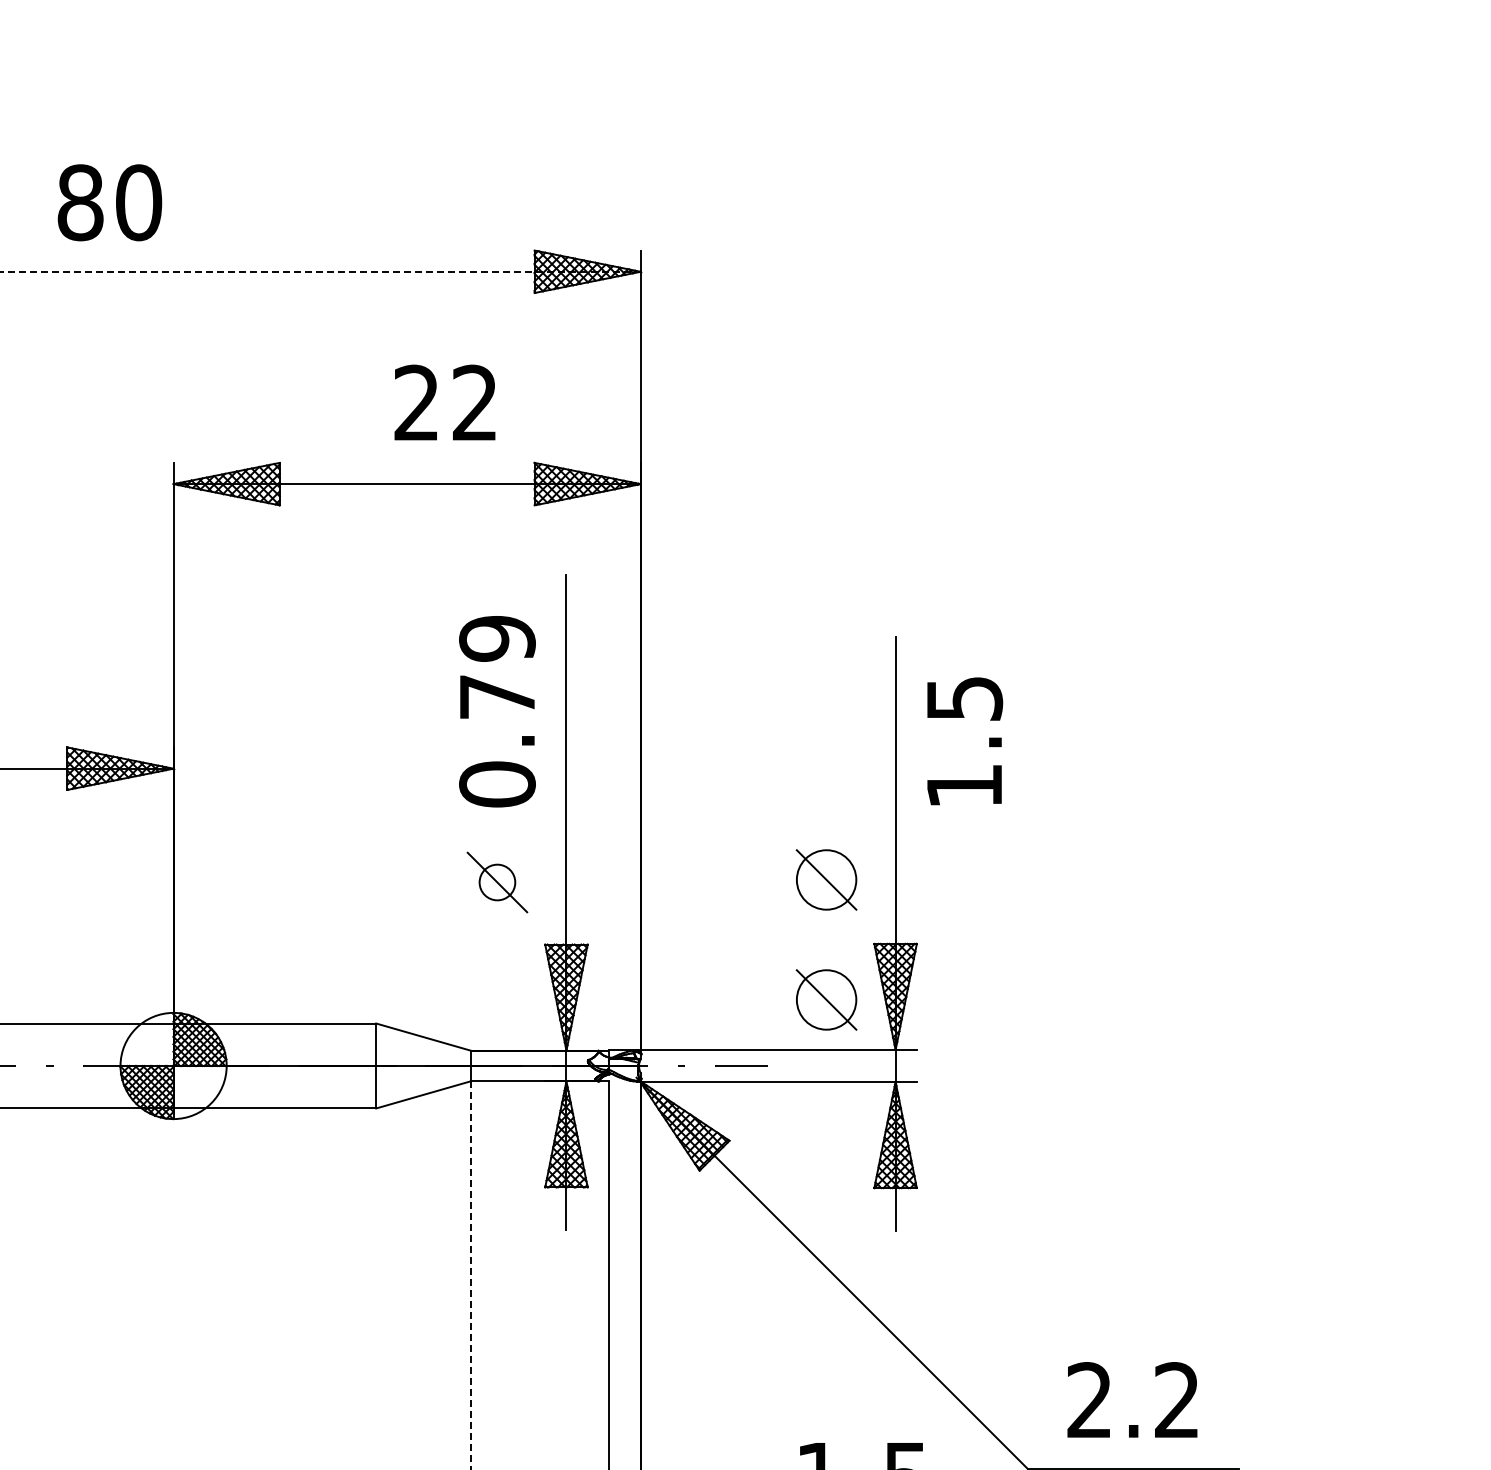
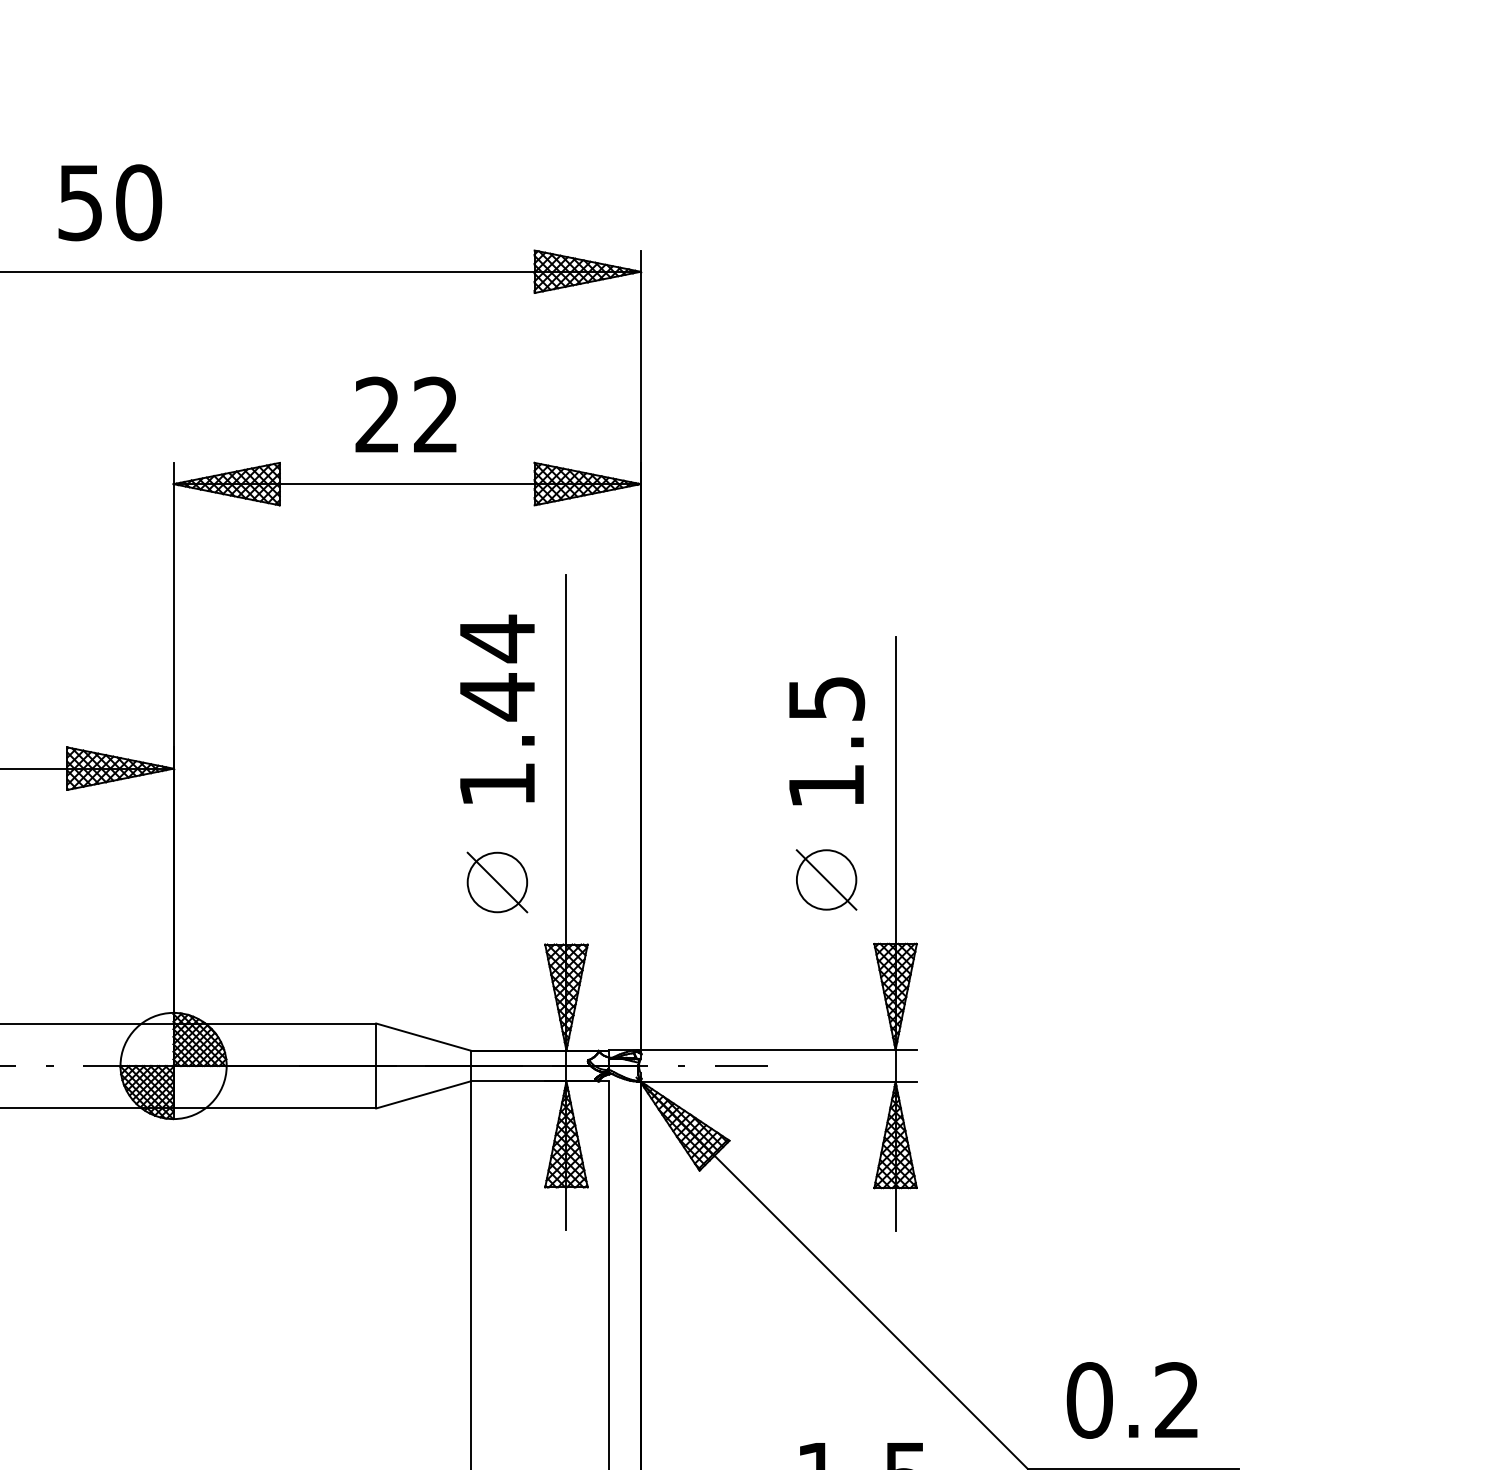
text at (80, 202): 80 -> 50
line at (320, 271): dashed -> solid
text at (444, 402) position: (444, 402) -> (405, 414)
text at (497, 710): 0.79 -> 1.44
text at (965, 741) position: (965, 741) -> (827, 741)
circle at (497, 882) diameter: 36 px -> 59 px
part at (826, 999): present -> none
line at (470, 1276): dashed -> solid
text at (1089, 1400): 2.2 -> 0.2
